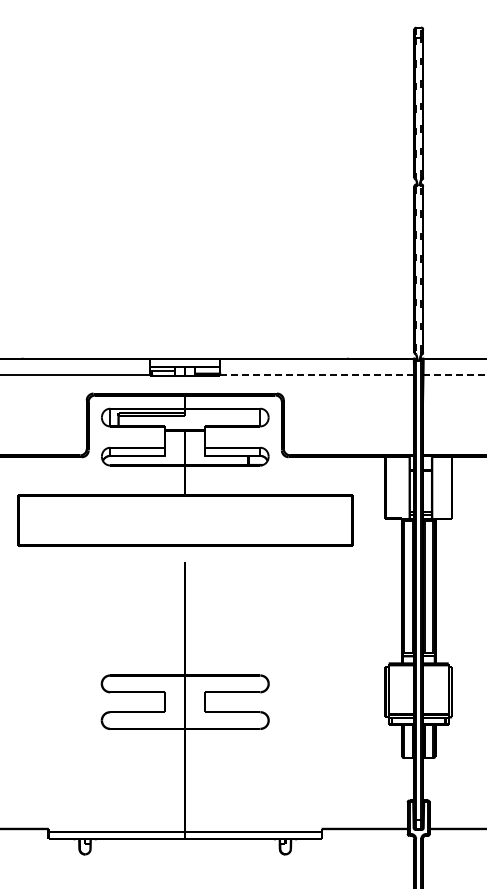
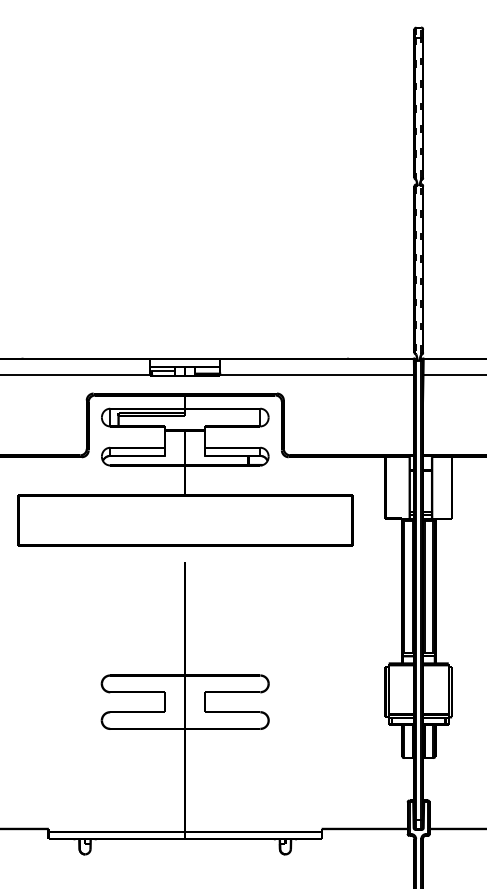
line at (317, 375): dashed -> solid
line at (454, 375): dashed -> solid
